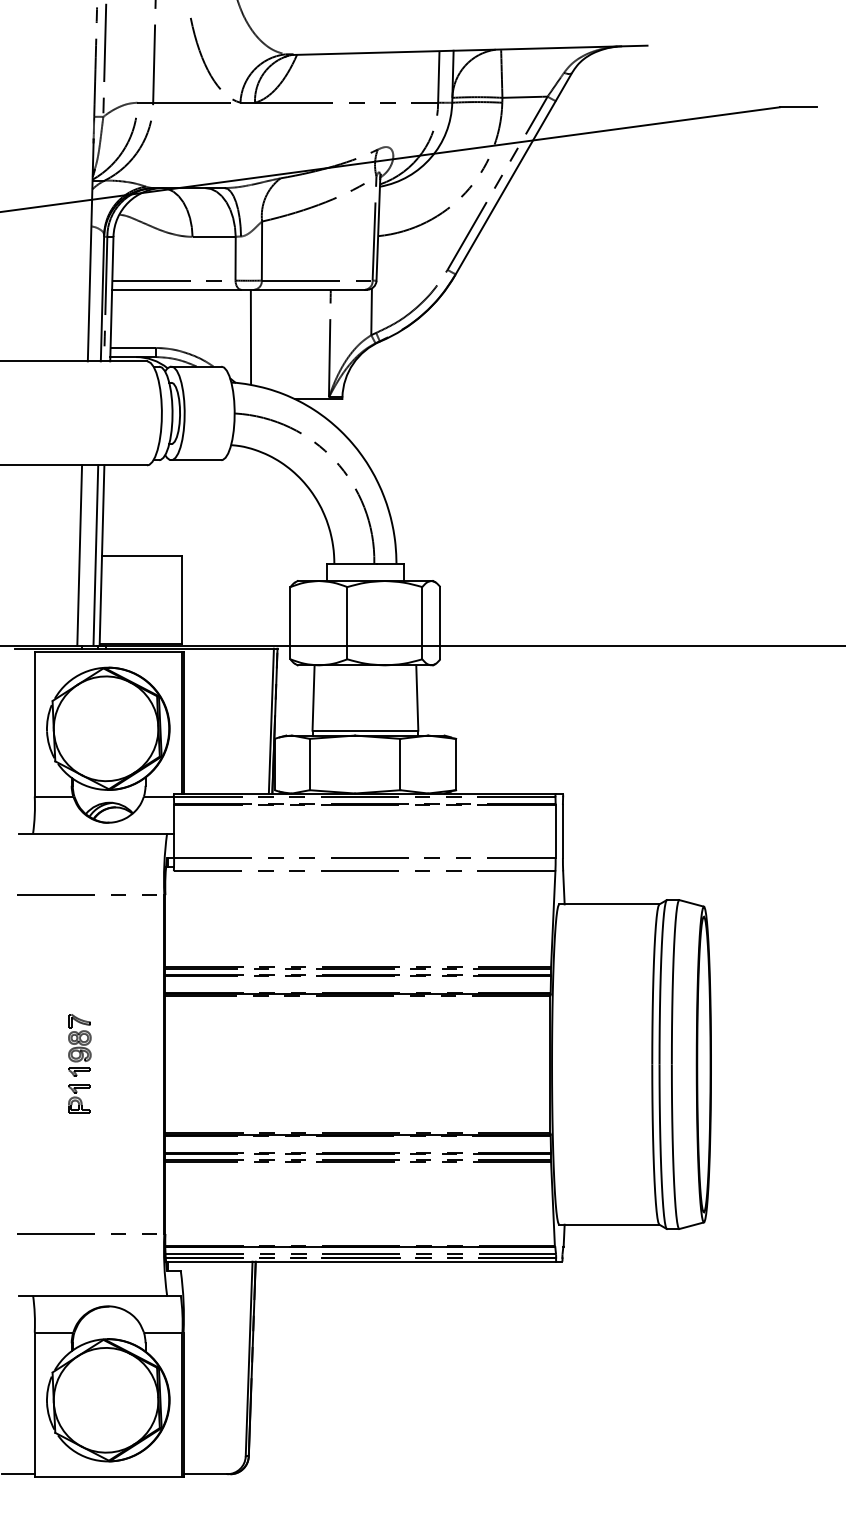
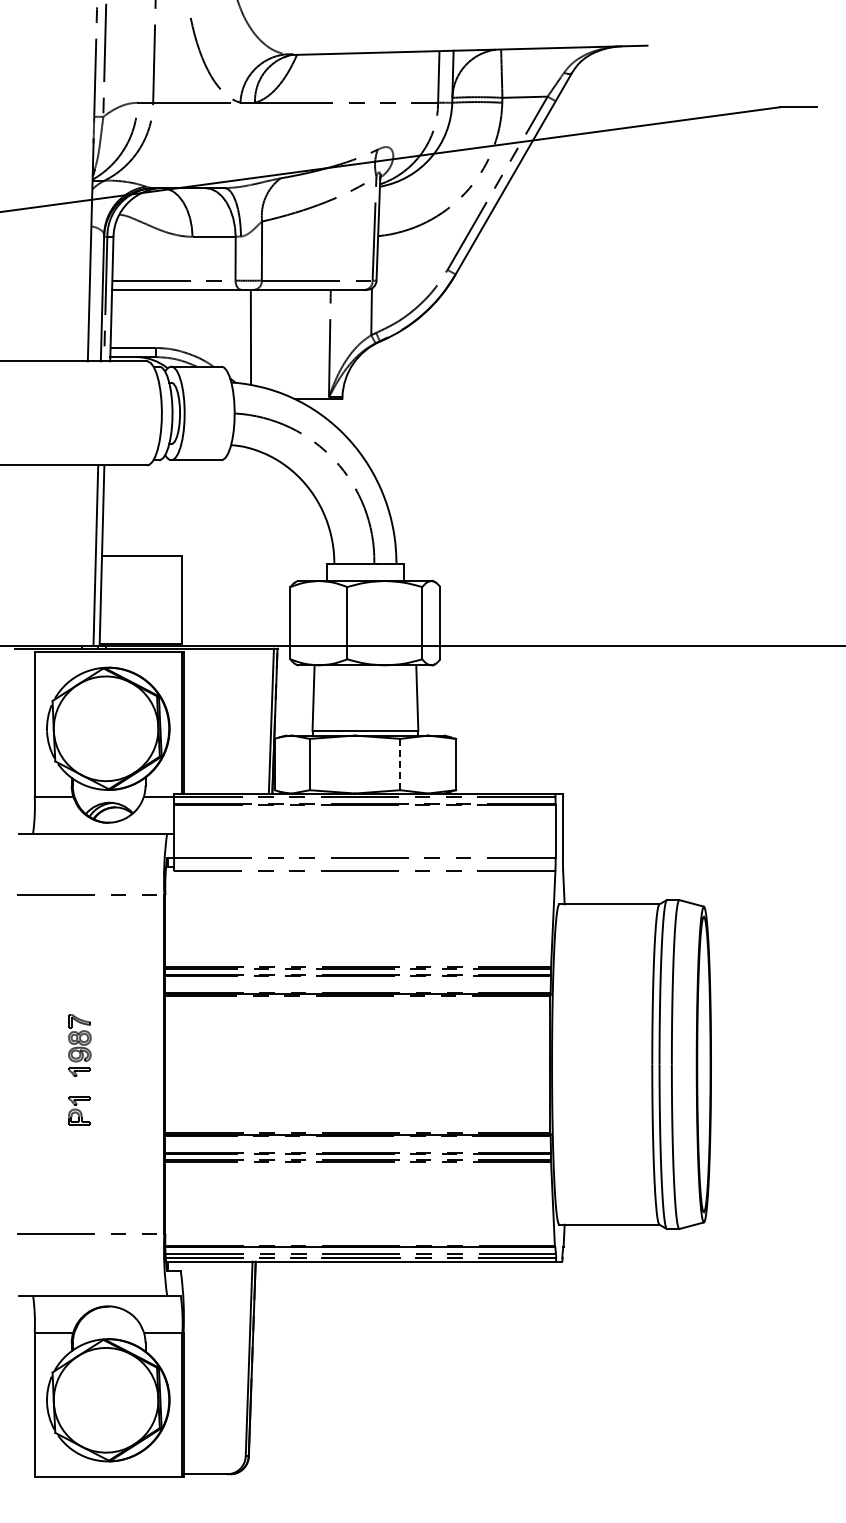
line at (79, 555): present -> none
line at (400, 764): solid -> dashed
part at (79, 1098) position: (79, 1098) -> (79, 1110)
line at (18, 1474): present -> none
